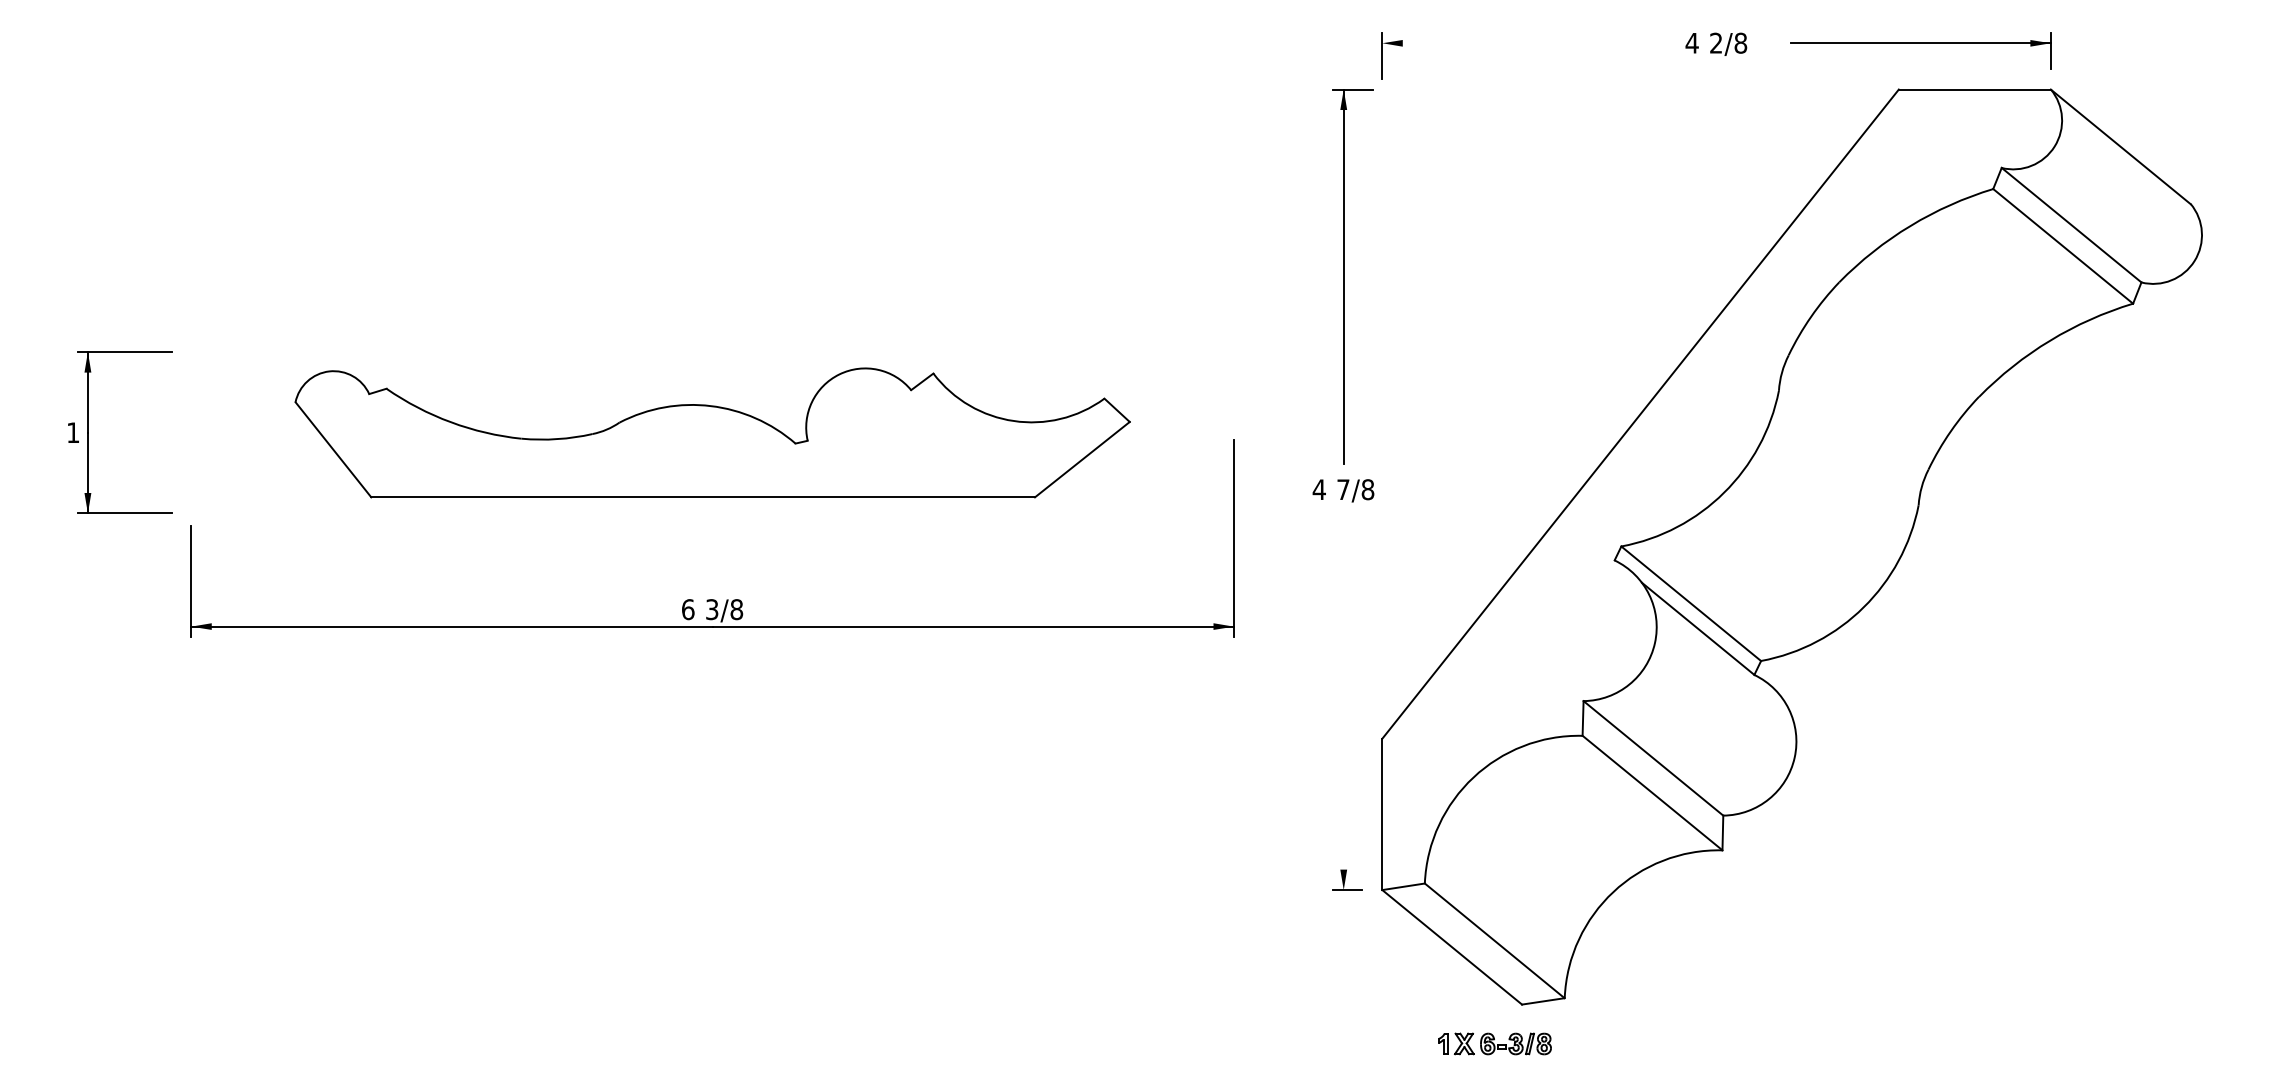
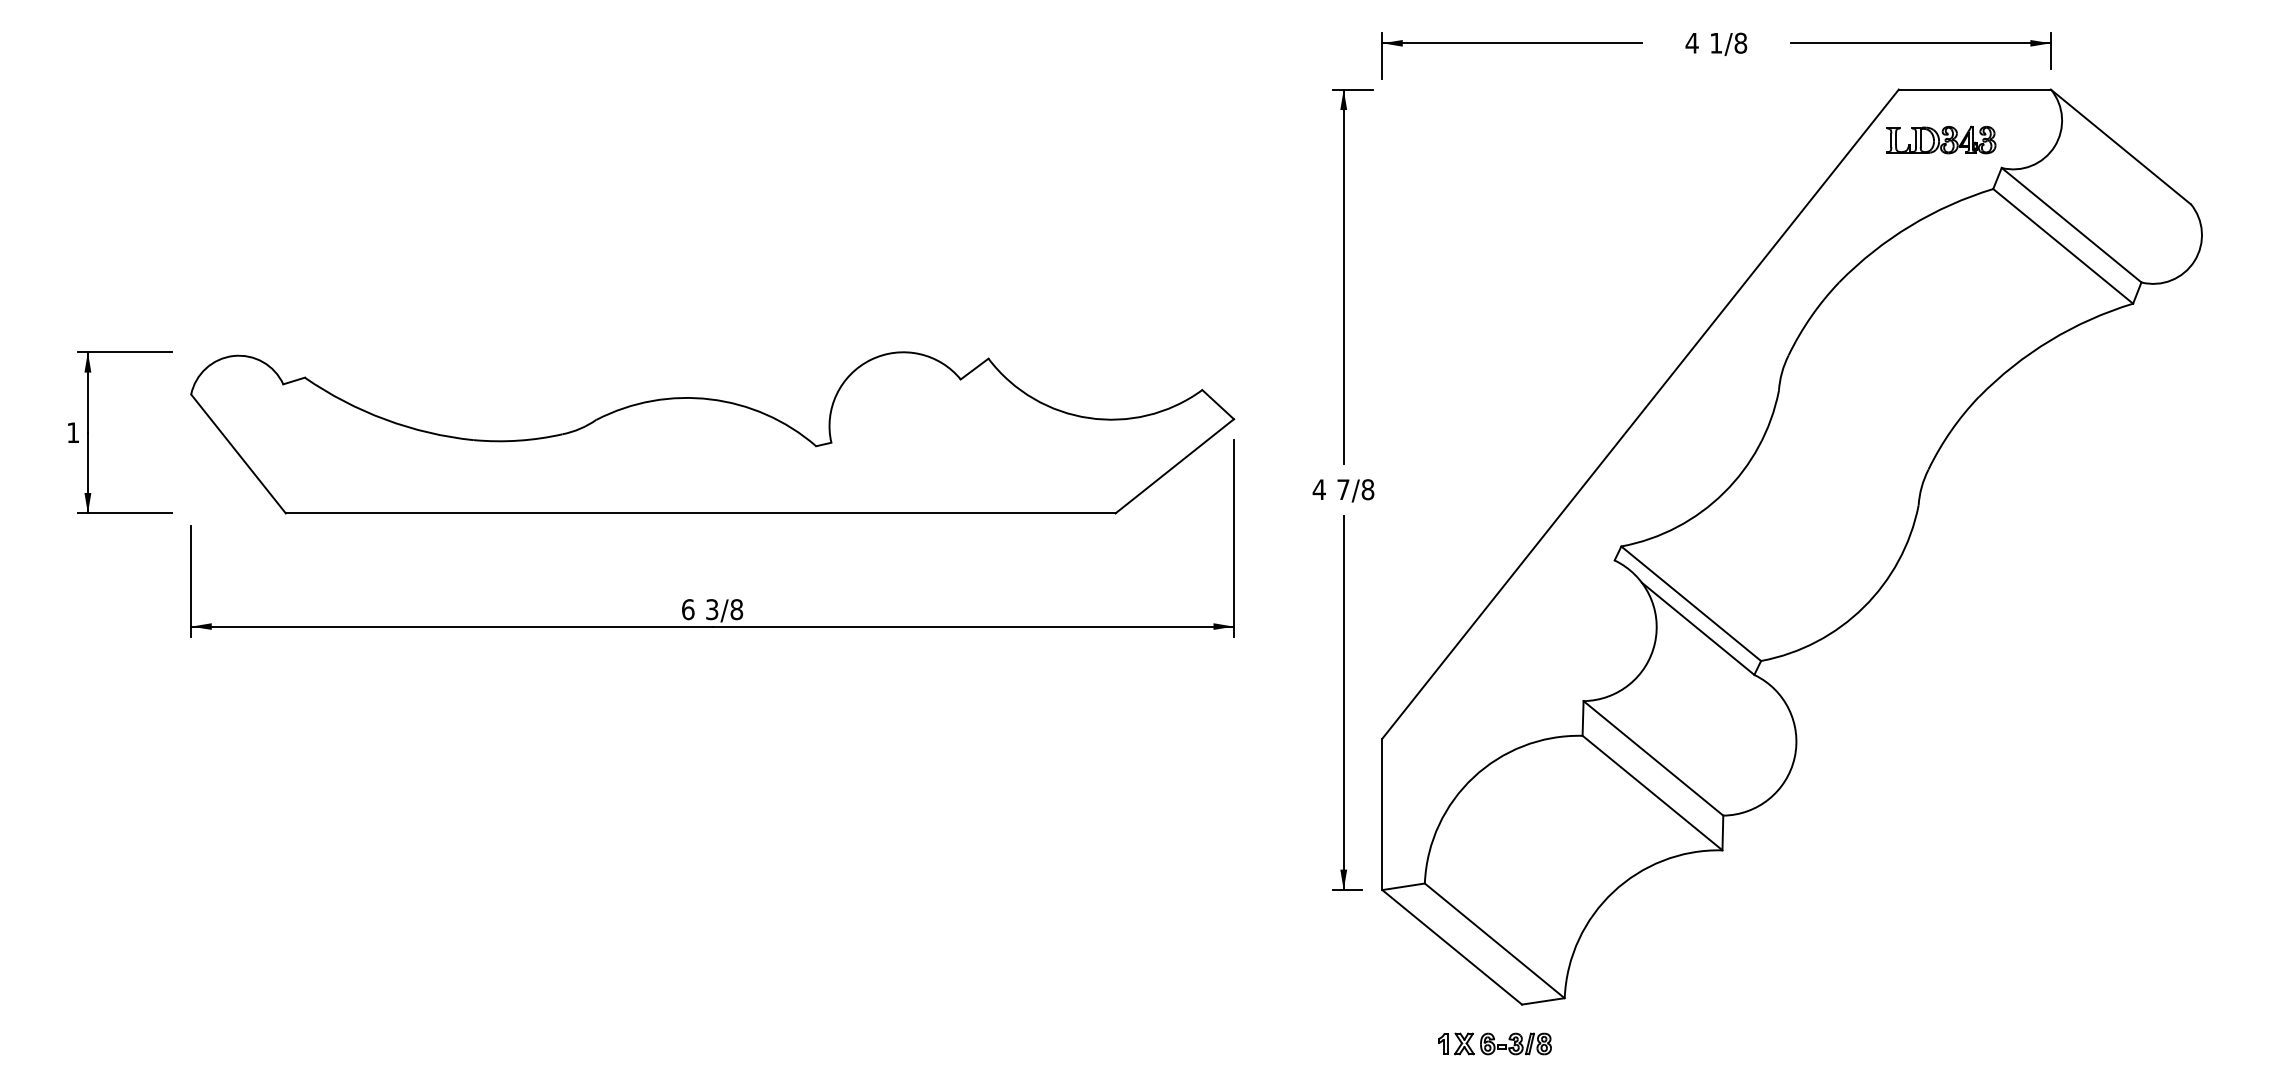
text at (1715, 42): 2/8 -> 1/8
line at (1512, 43): none -> present
part at (1941, 139): none -> present
part at (712, 432) size: 837x132 px -> 1046x164 px
line at (1343, 702): none -> present
